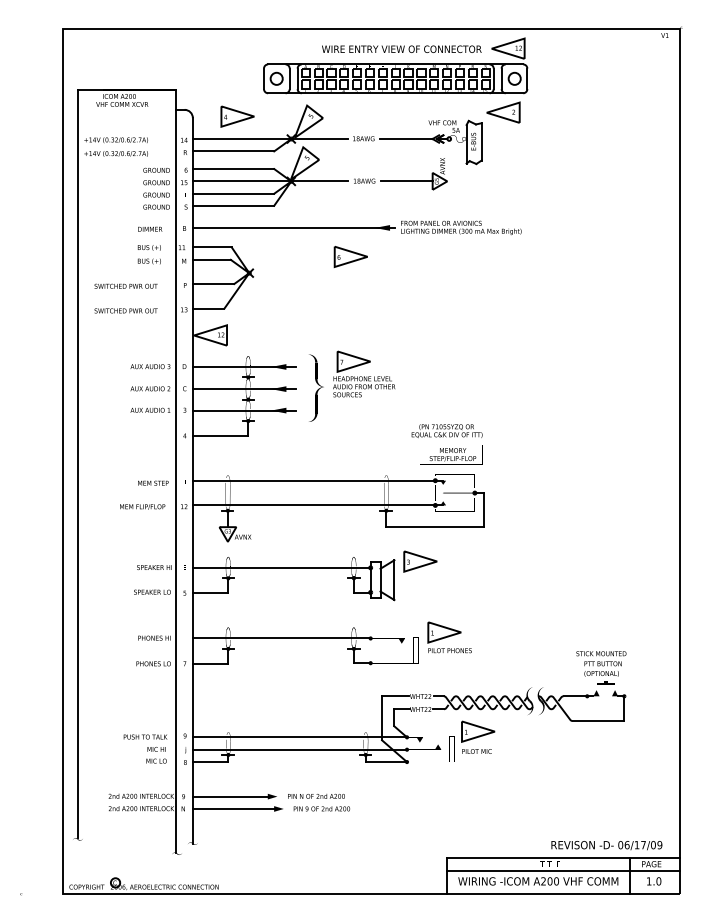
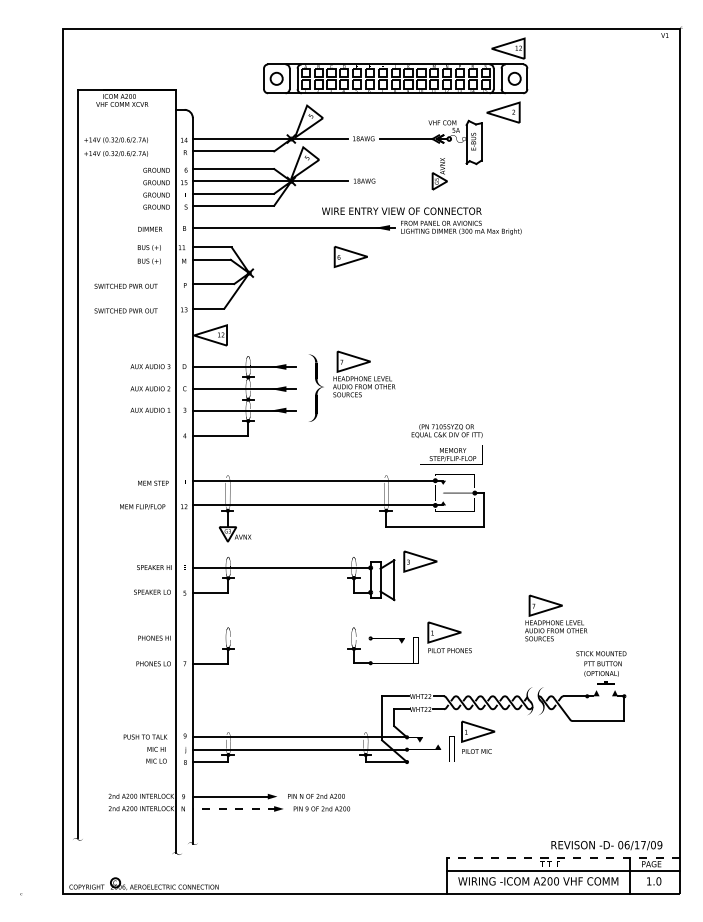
text at (401, 48) position: (401, 48) -> (401, 210)
part at (237, 116): present -> none
line at (406, 181): present -> none
part at (556, 617): none -> present
line at (281, 638): present -> none
line at (234, 808): solid -> dashed
line at (563, 857): solid -> dashed
